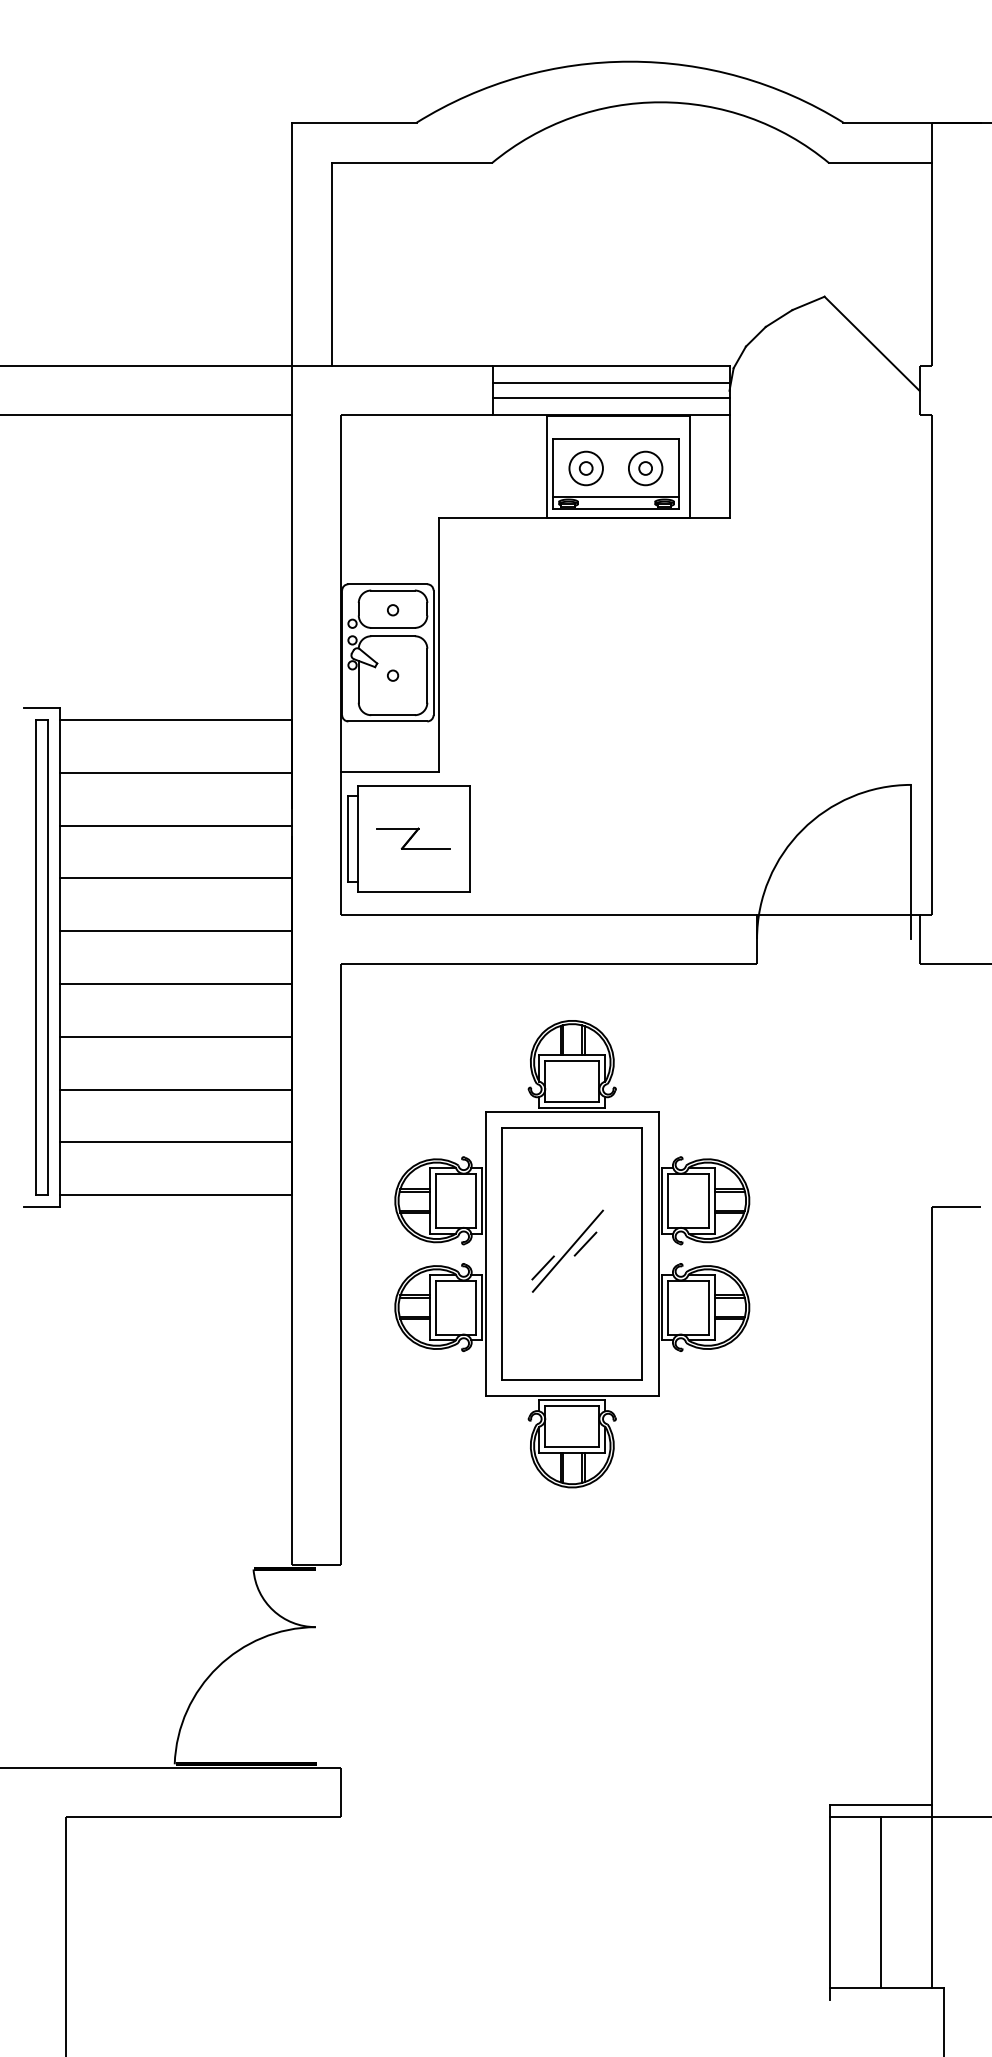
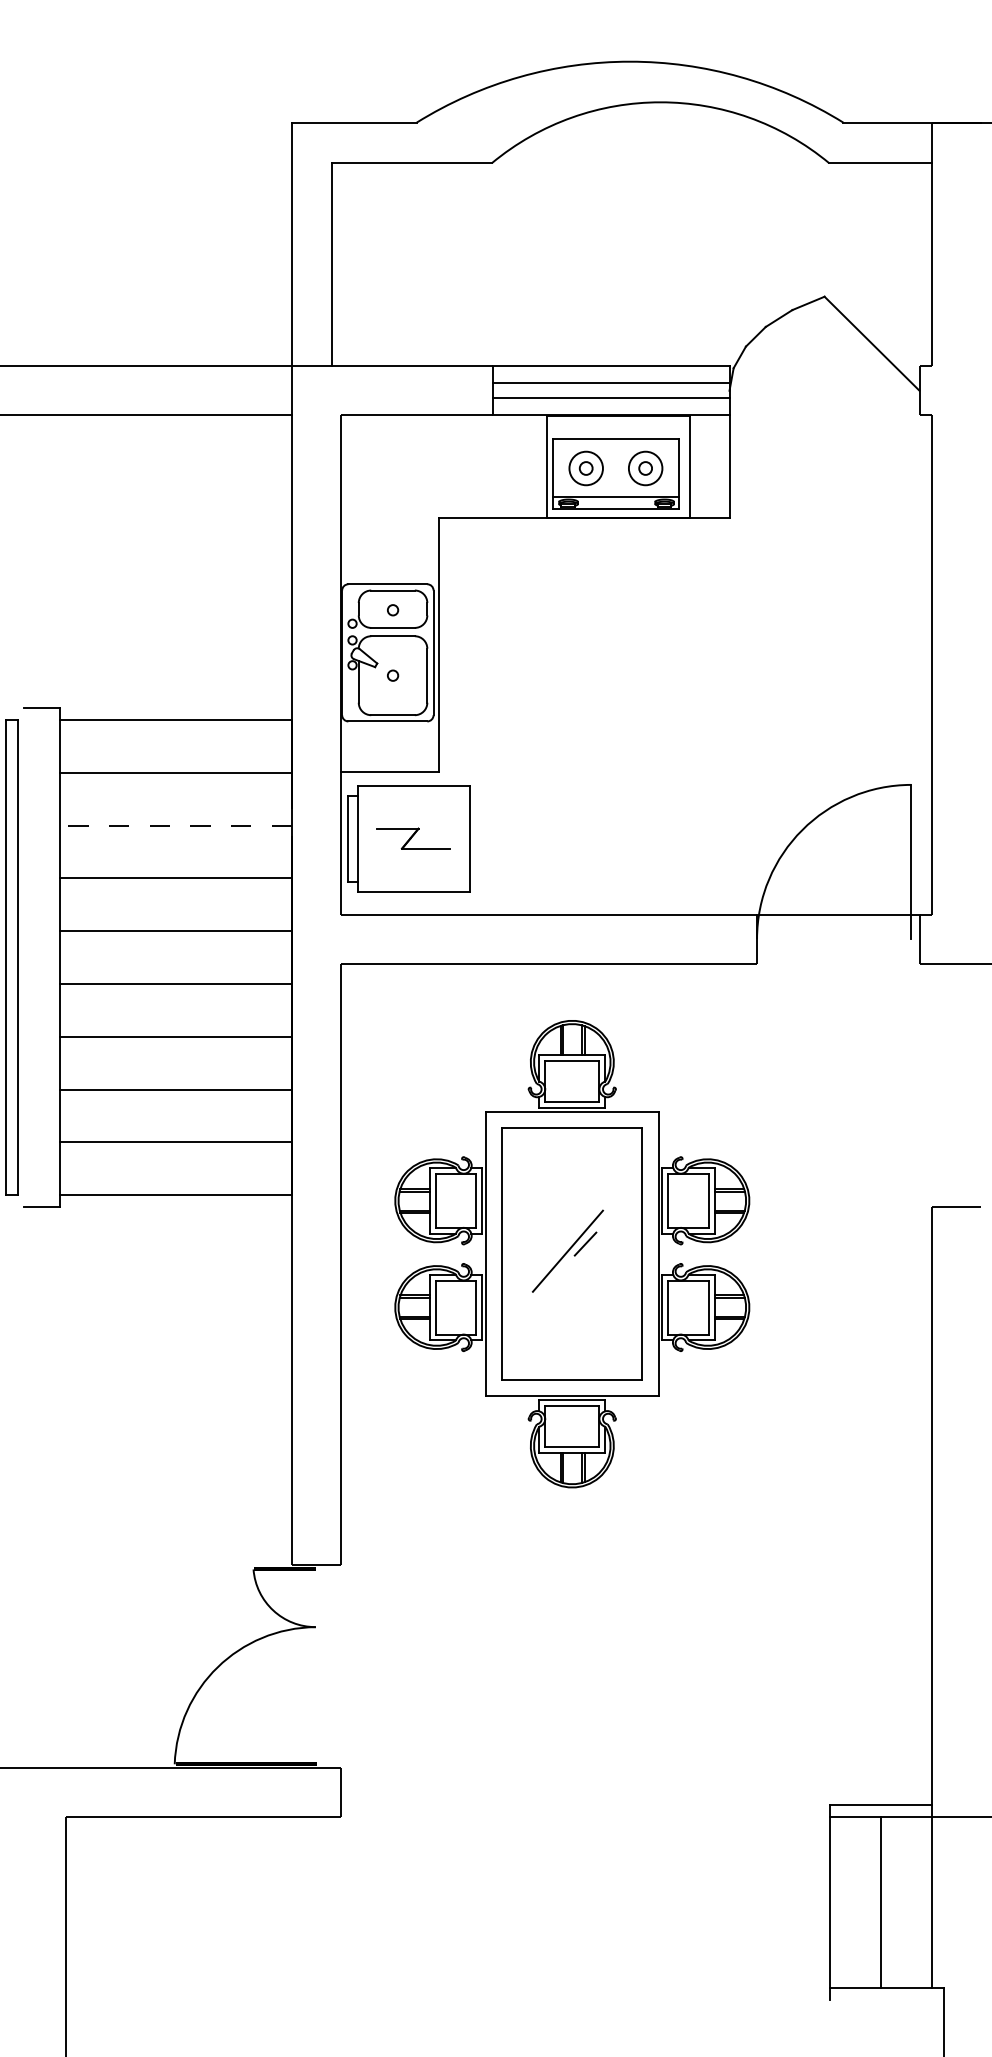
line at (176, 825): solid -> dashed
part at (41, 957) position: (41, 957) -> (11, 957)
line at (542, 1267): present -> none
